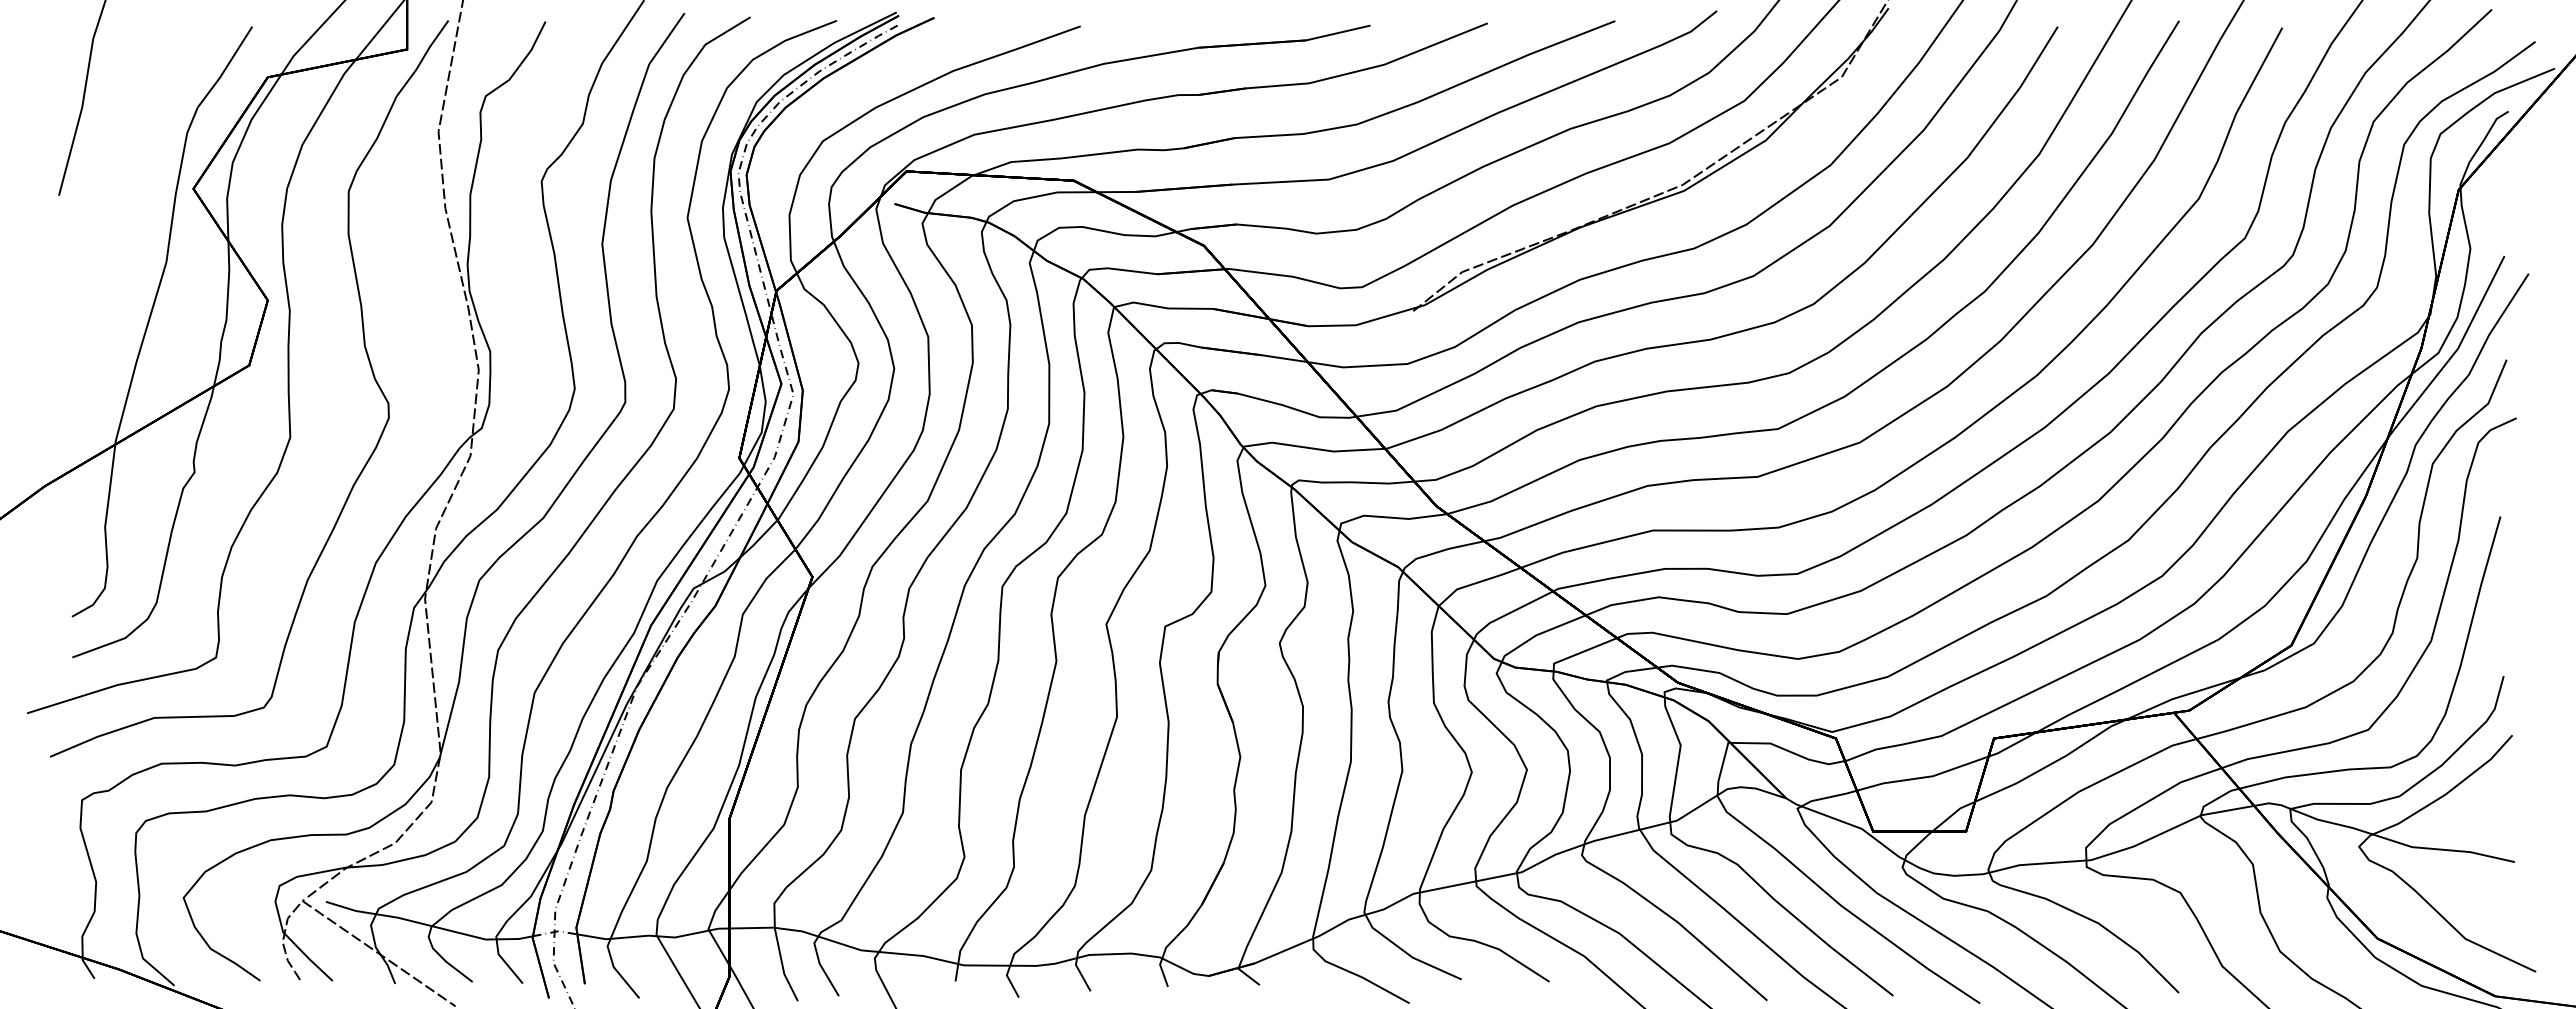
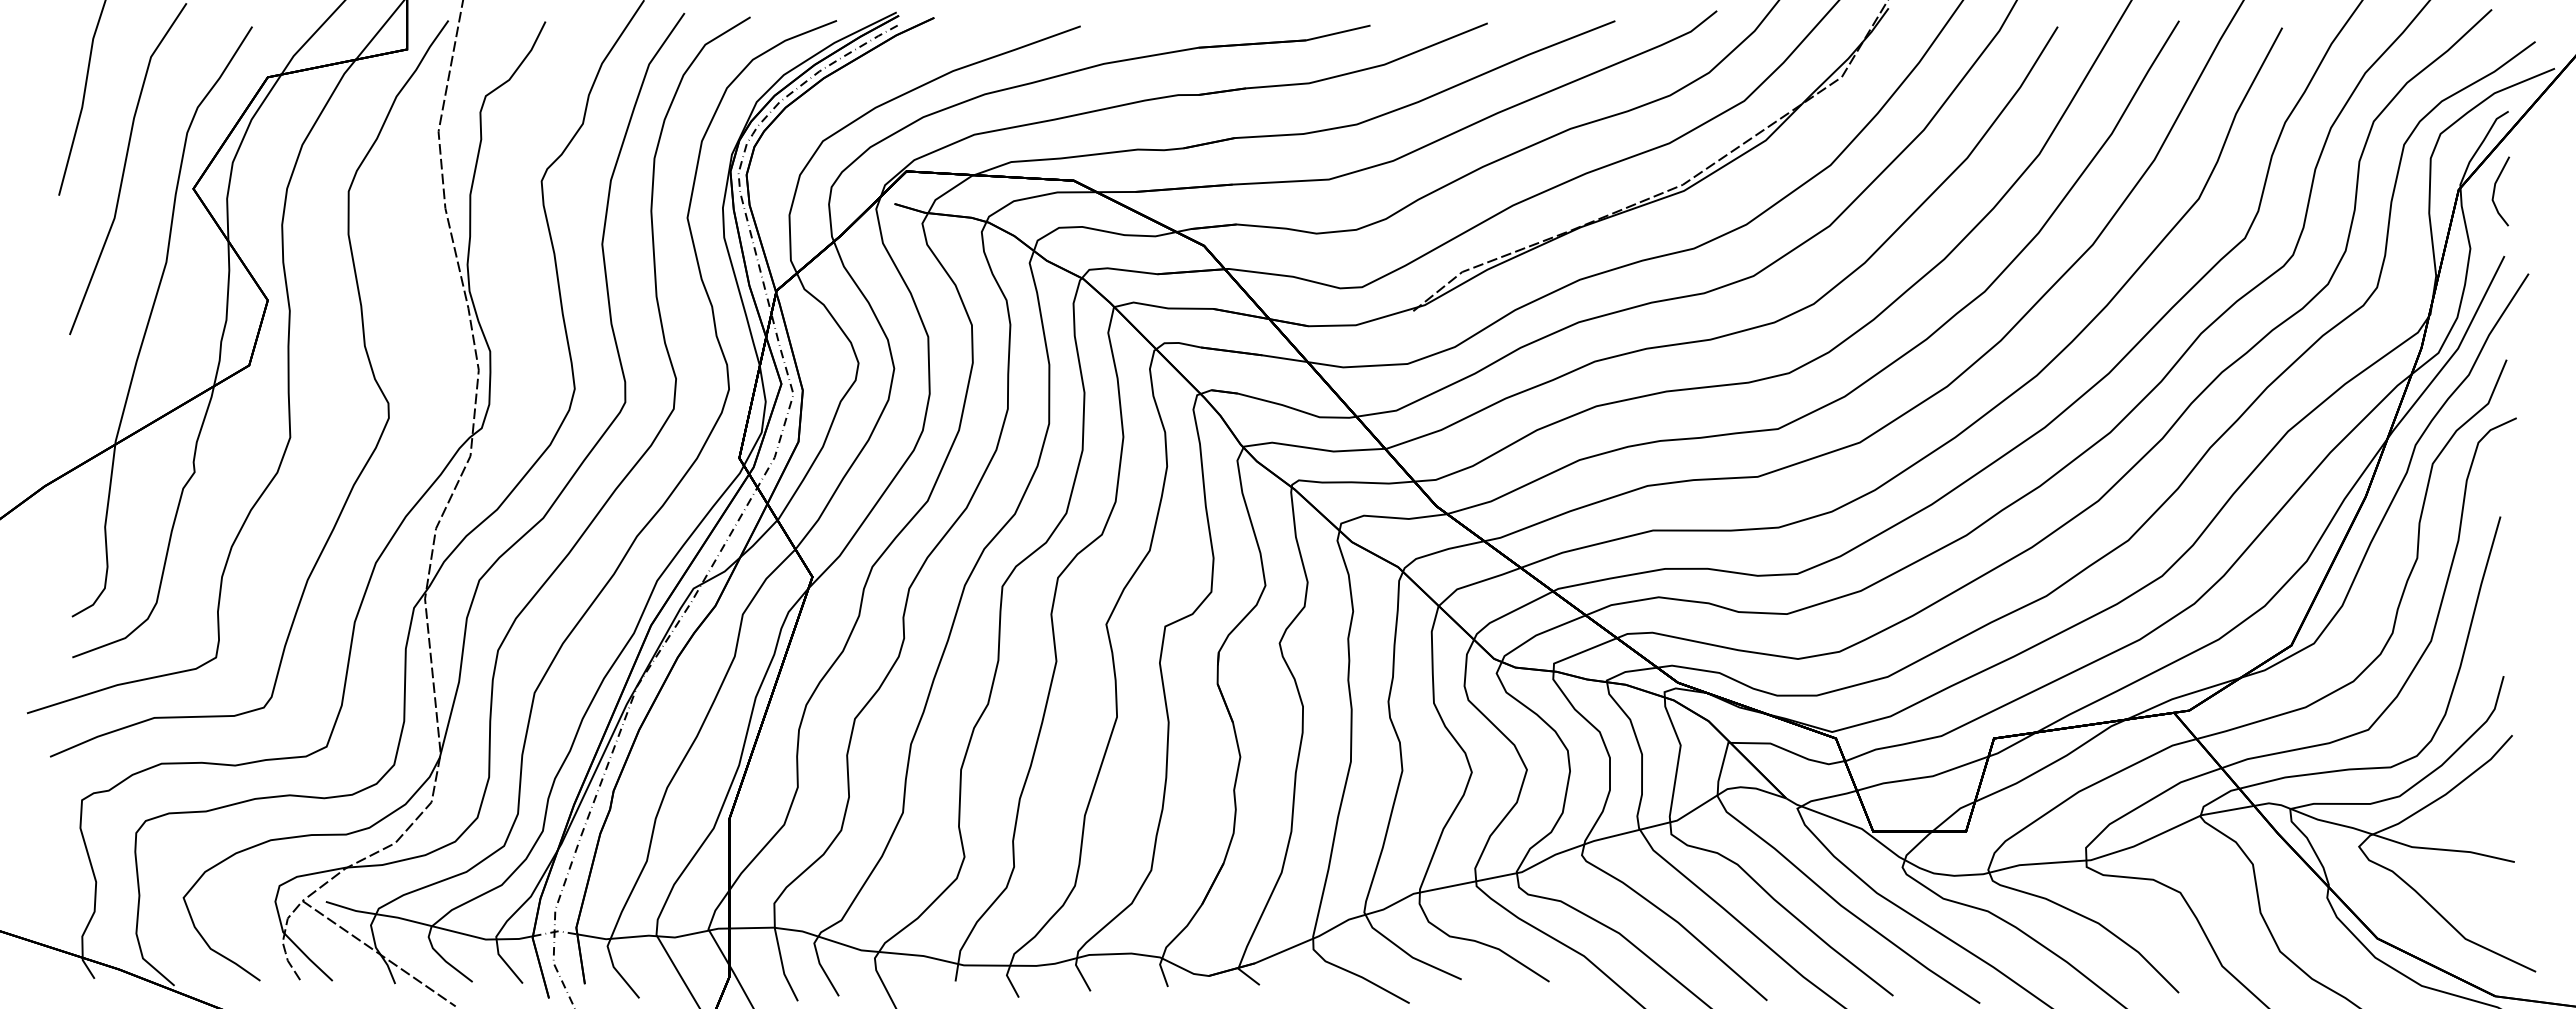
line at (125, 168): none -> present
line at (2495, 190): none -> present
